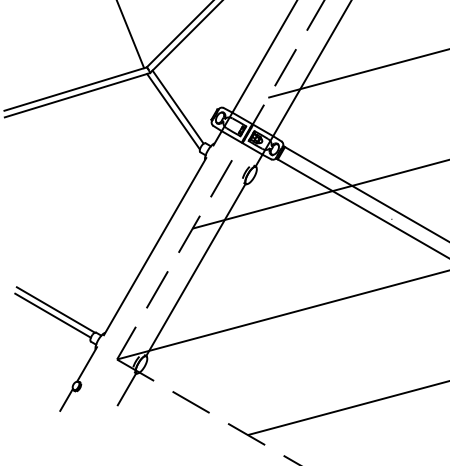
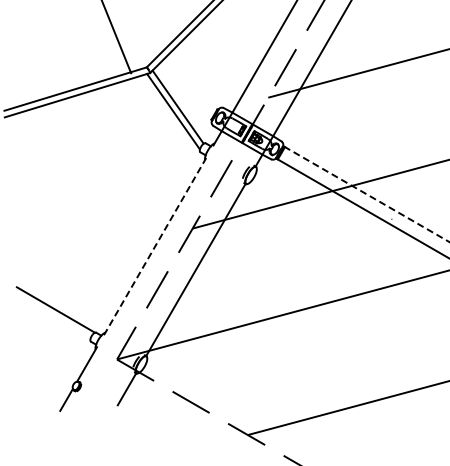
line at (130, 35) position: (130, 35) -> (116, 37)
line at (367, 194): solid -> dashed
line at (155, 246): solid -> dashed
line at (52, 315): present -> none
